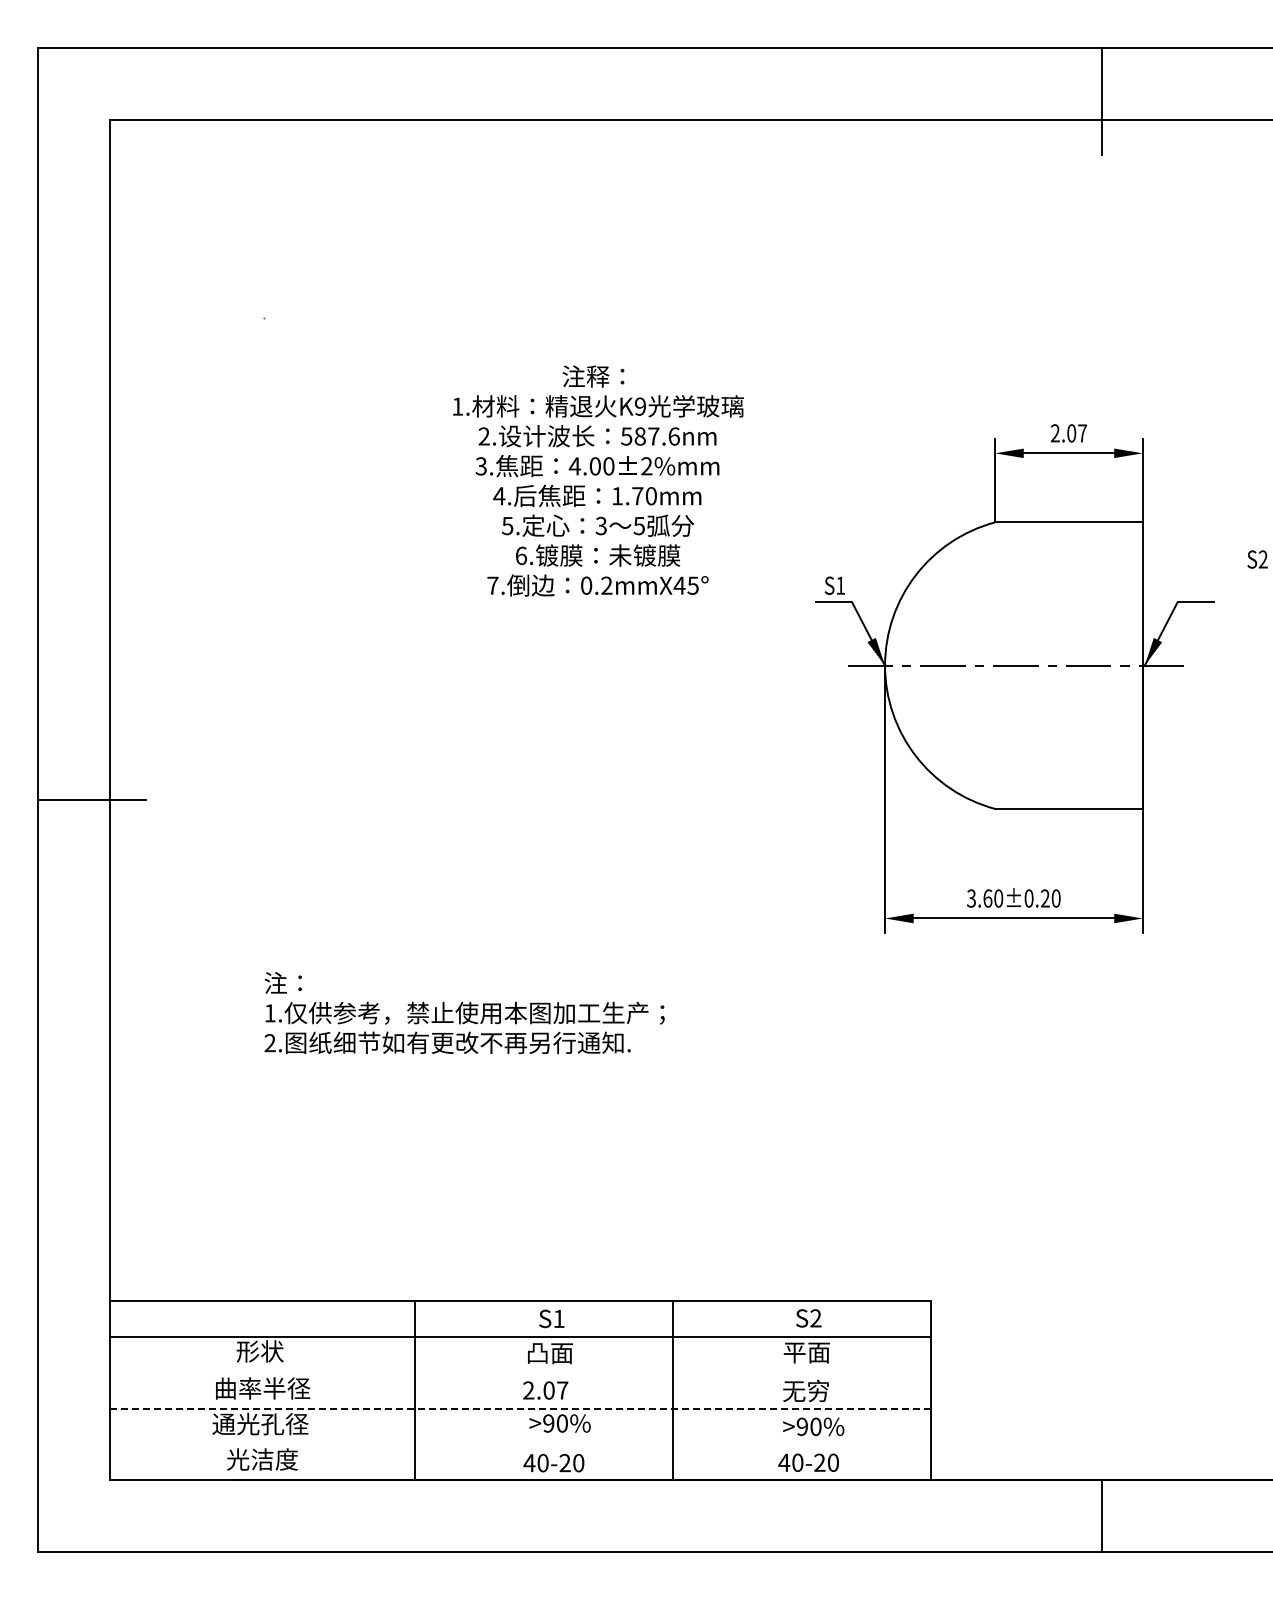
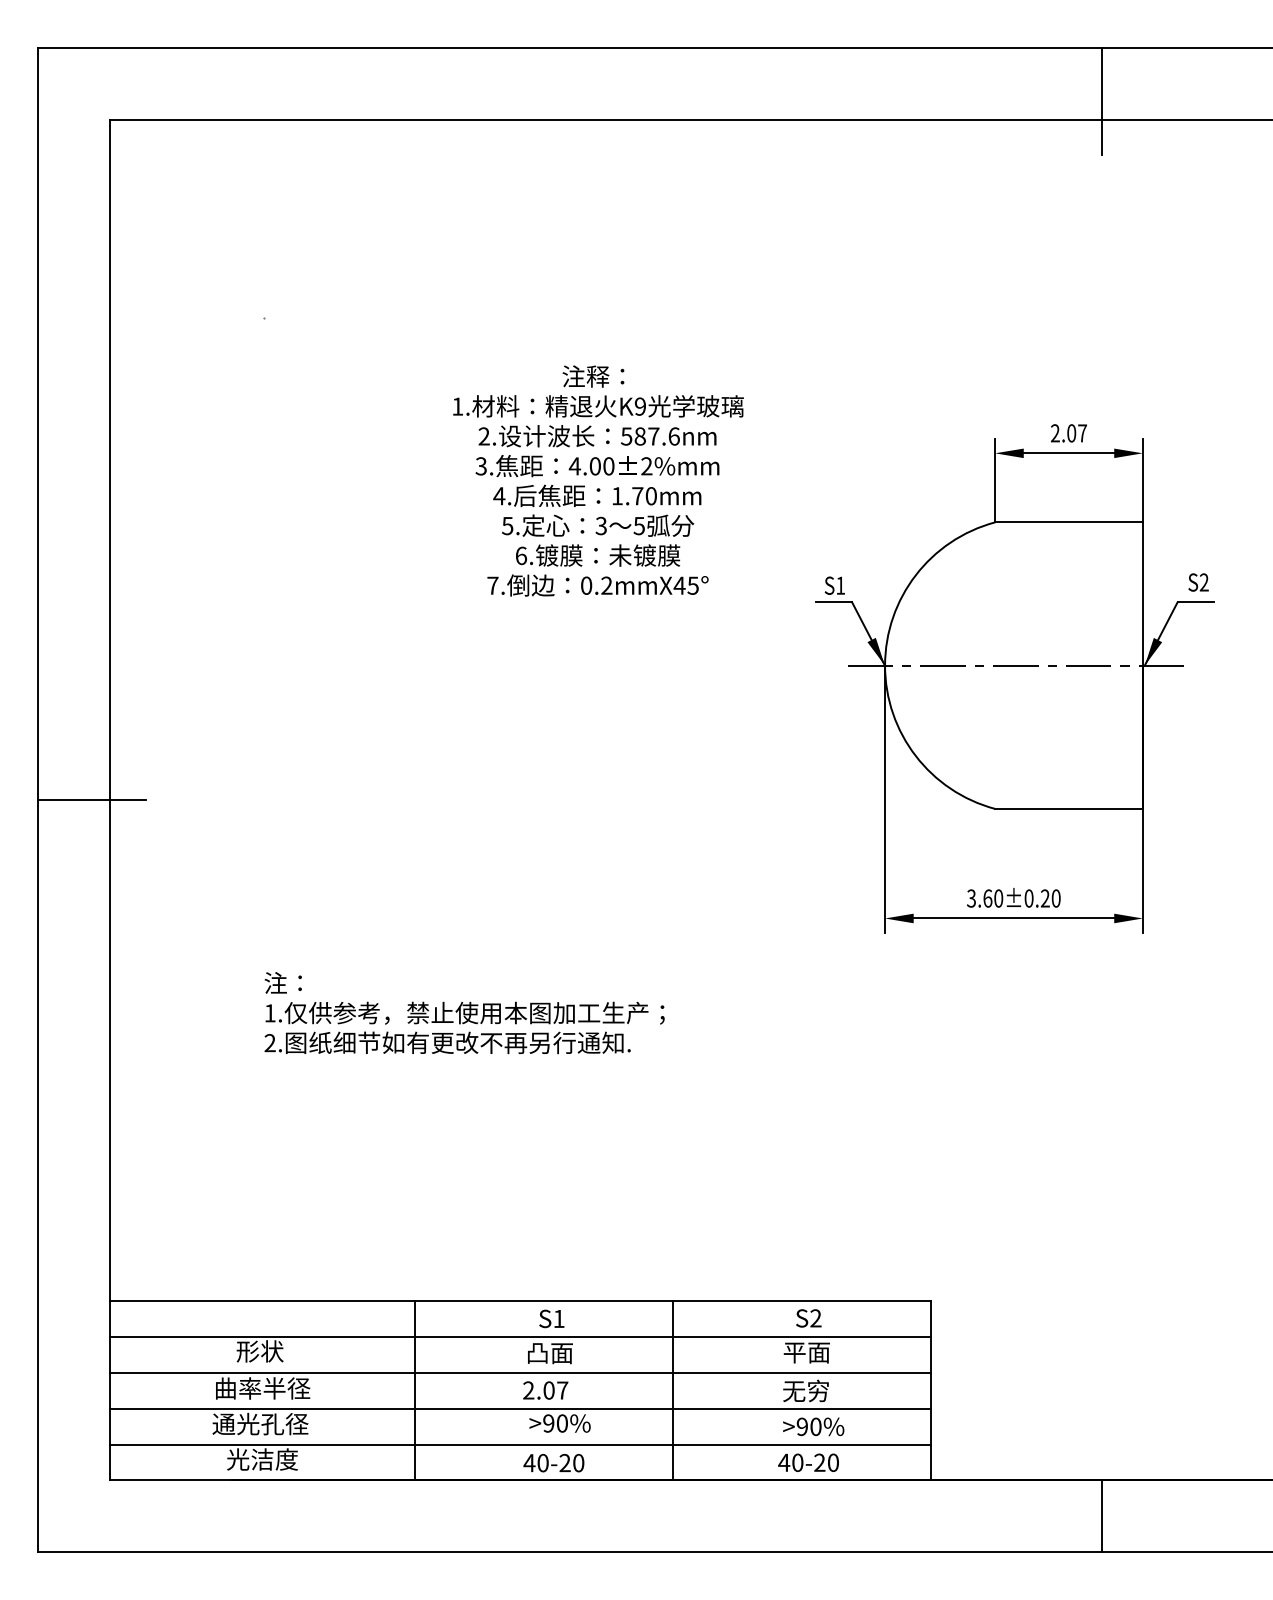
text at (1257, 559) position: (1257, 559) -> (1198, 582)
line at (519, 1372): none -> present
line at (520, 1408): dashed -> solid
line at (519, 1444): none -> present
